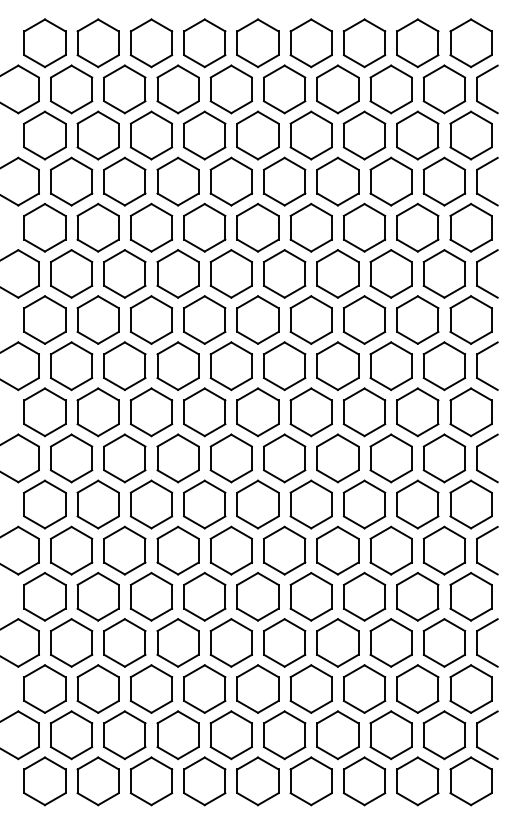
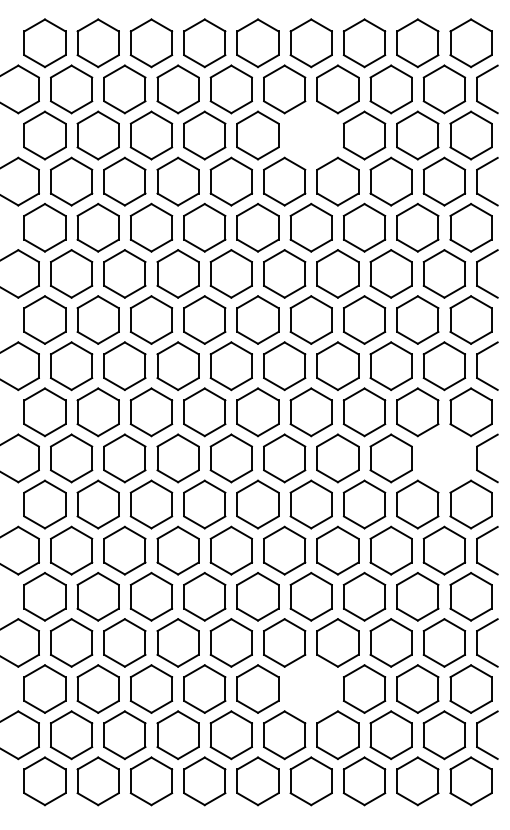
part at (310, 135): present -> none
part at (444, 458): present -> none
part at (310, 688): present -> none
